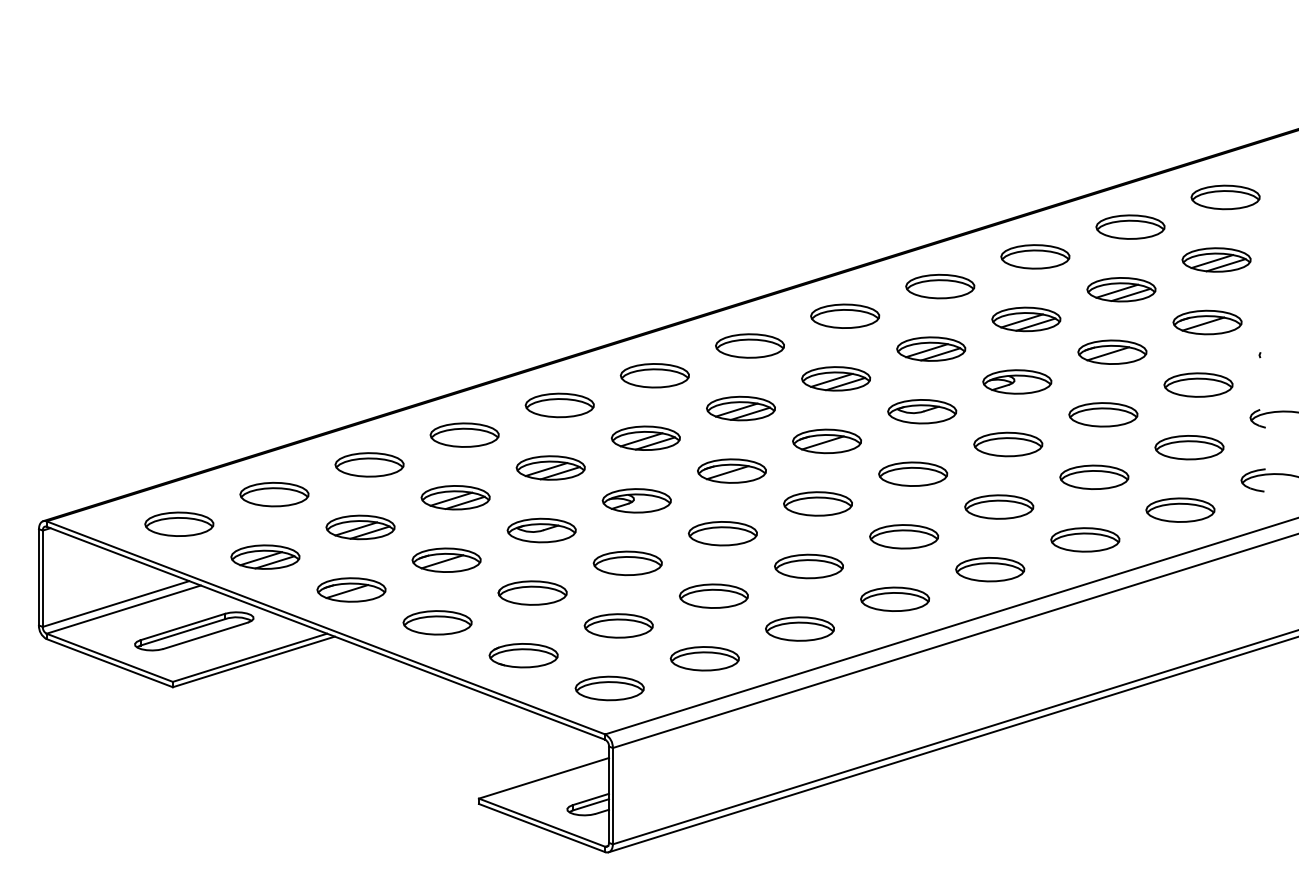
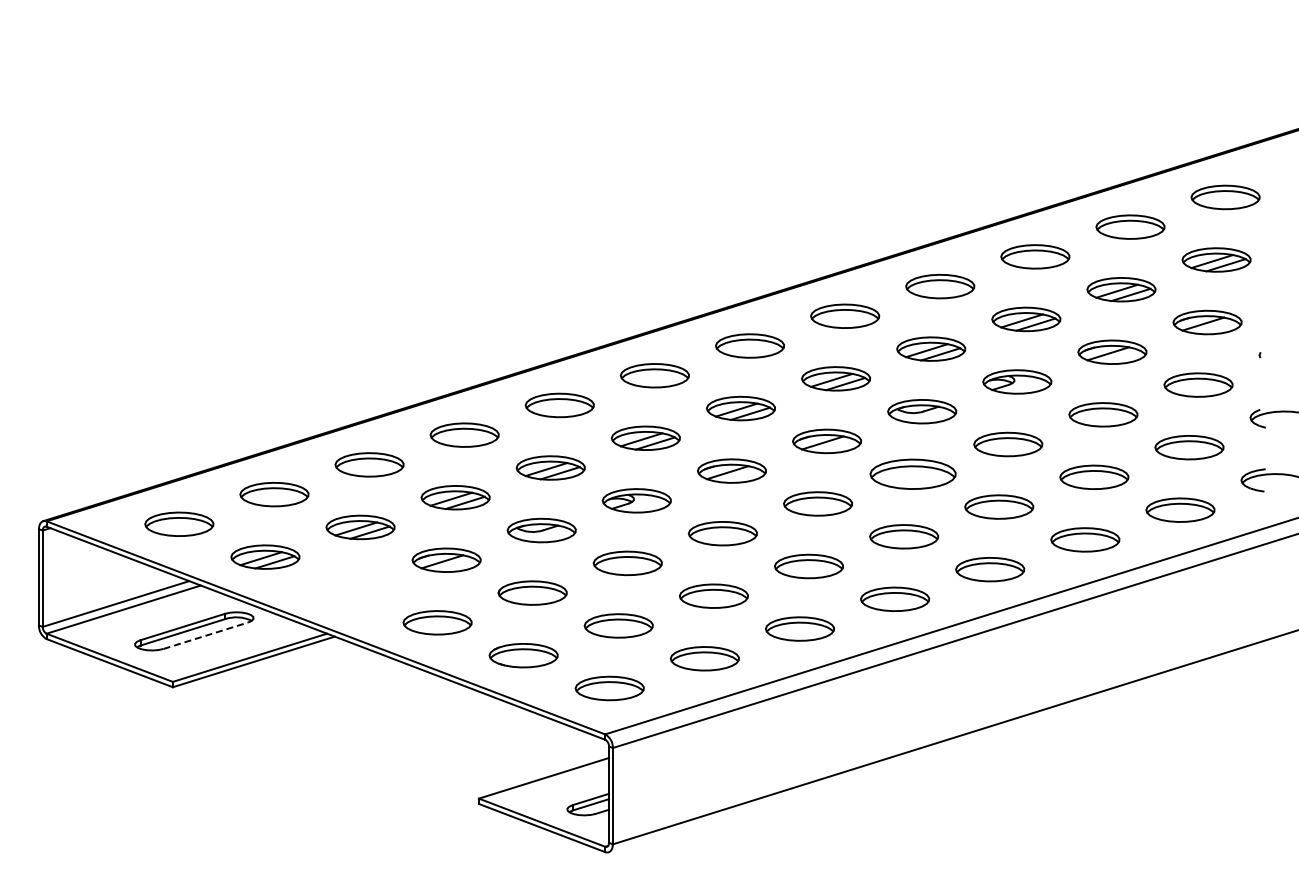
part at (913, 473) size: 71x26 px -> 88x32 px
part at (351, 589): present -> none
line at (206, 635): solid -> dashed
line at (951, 744): present -> none
